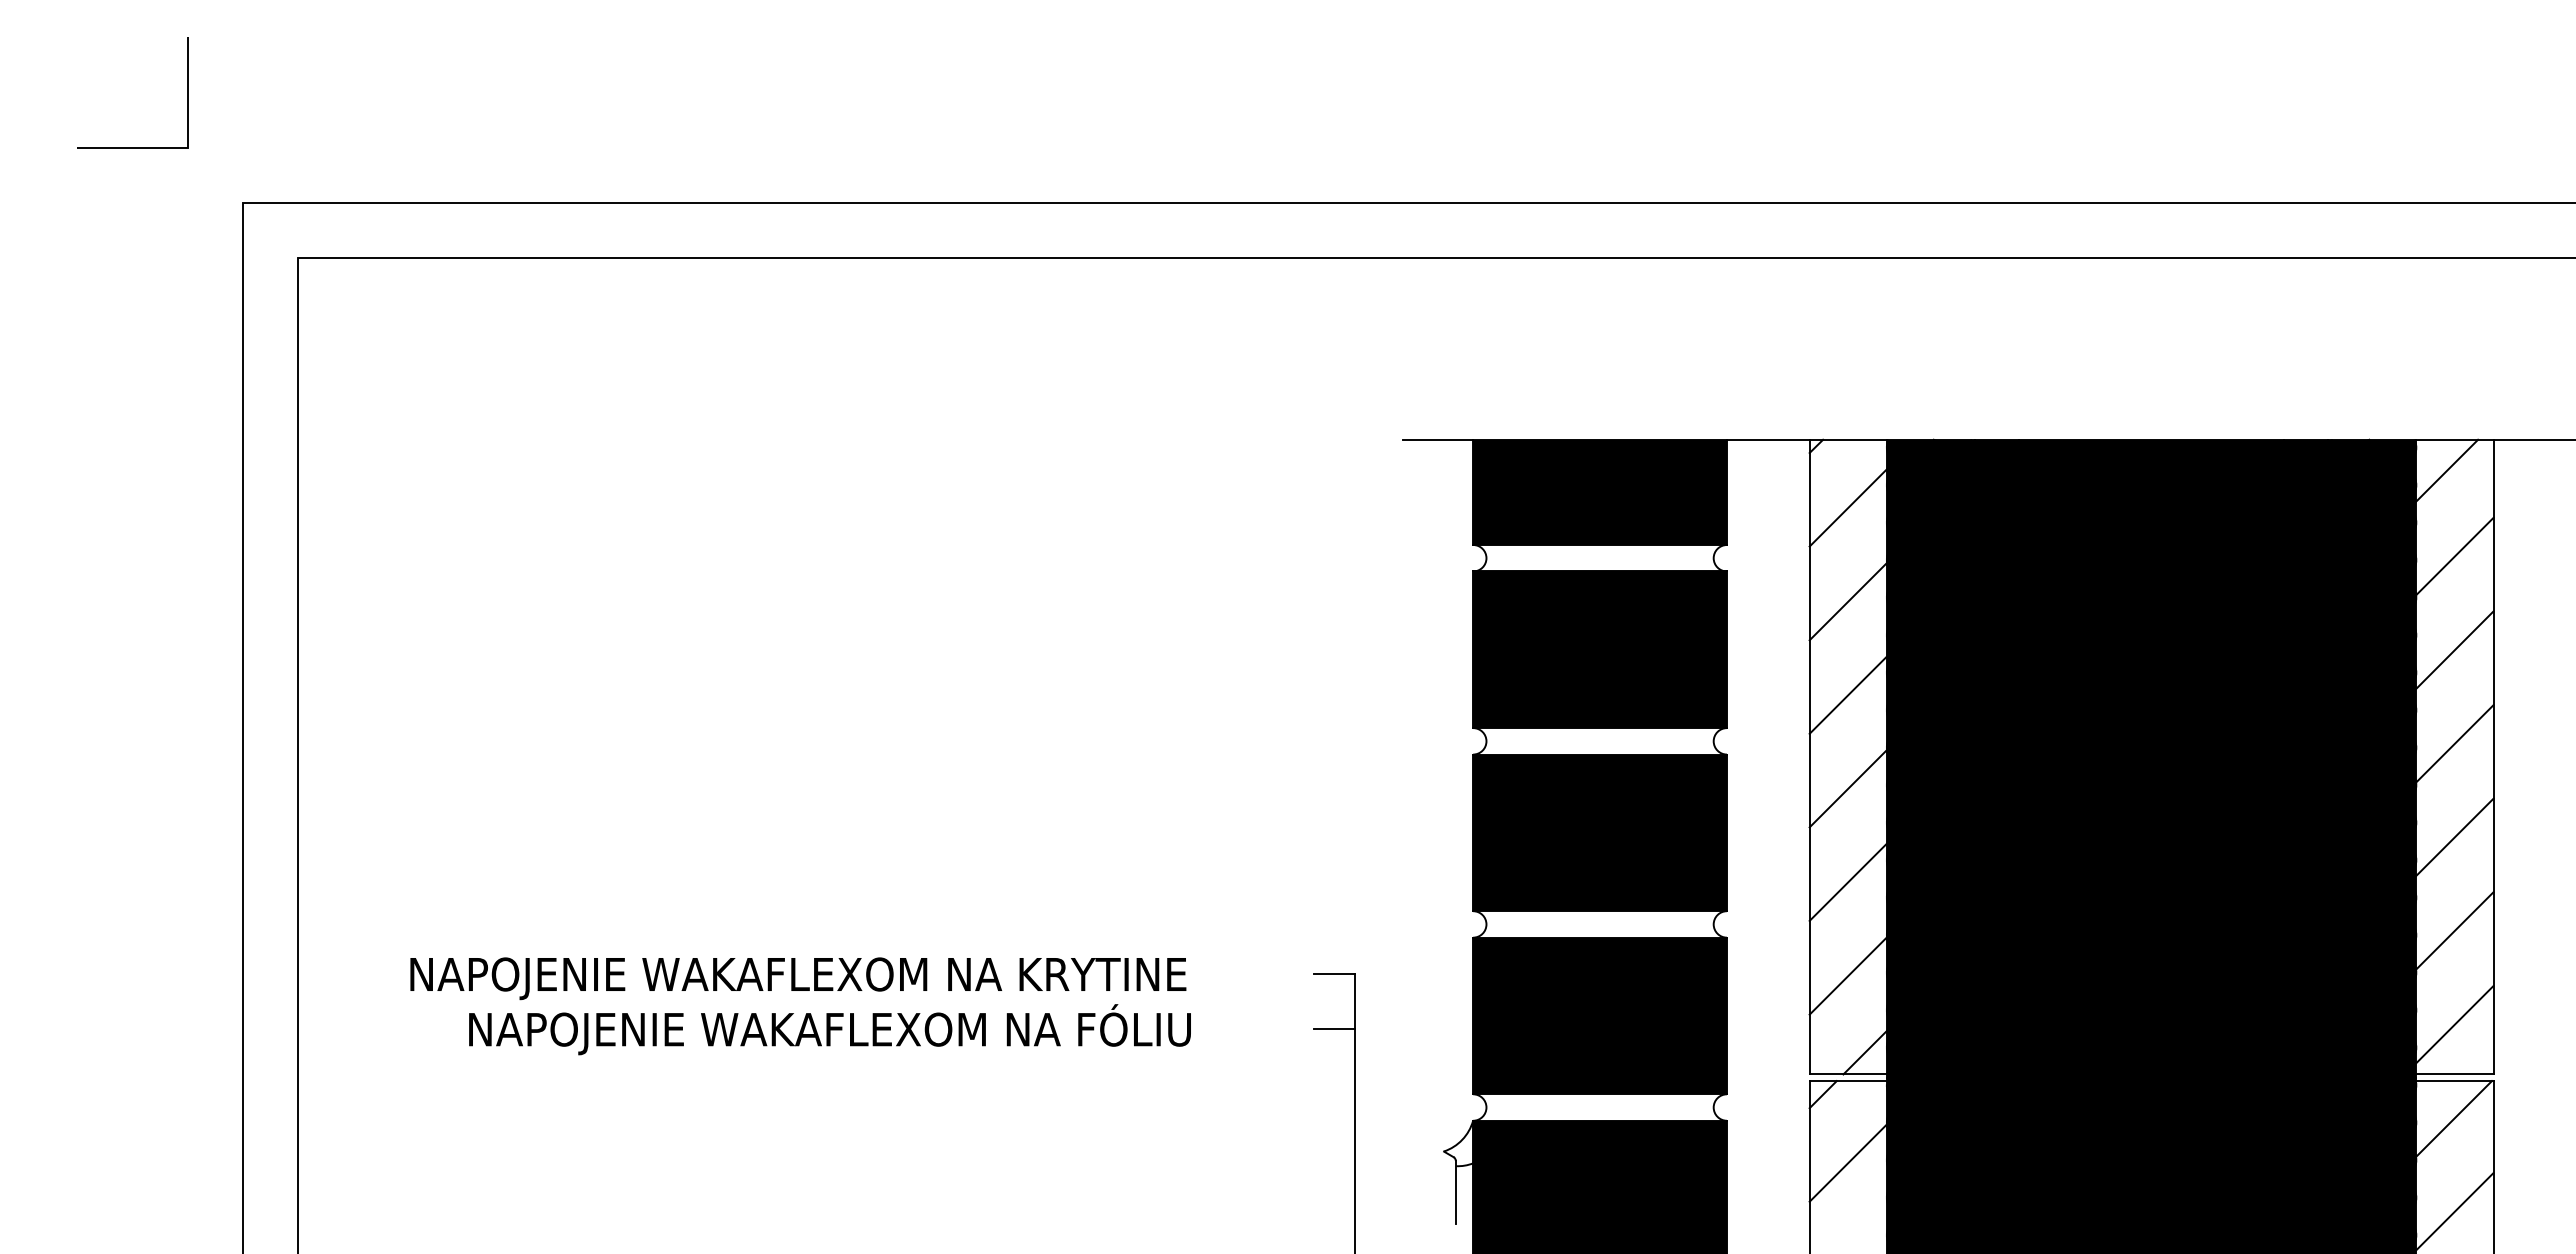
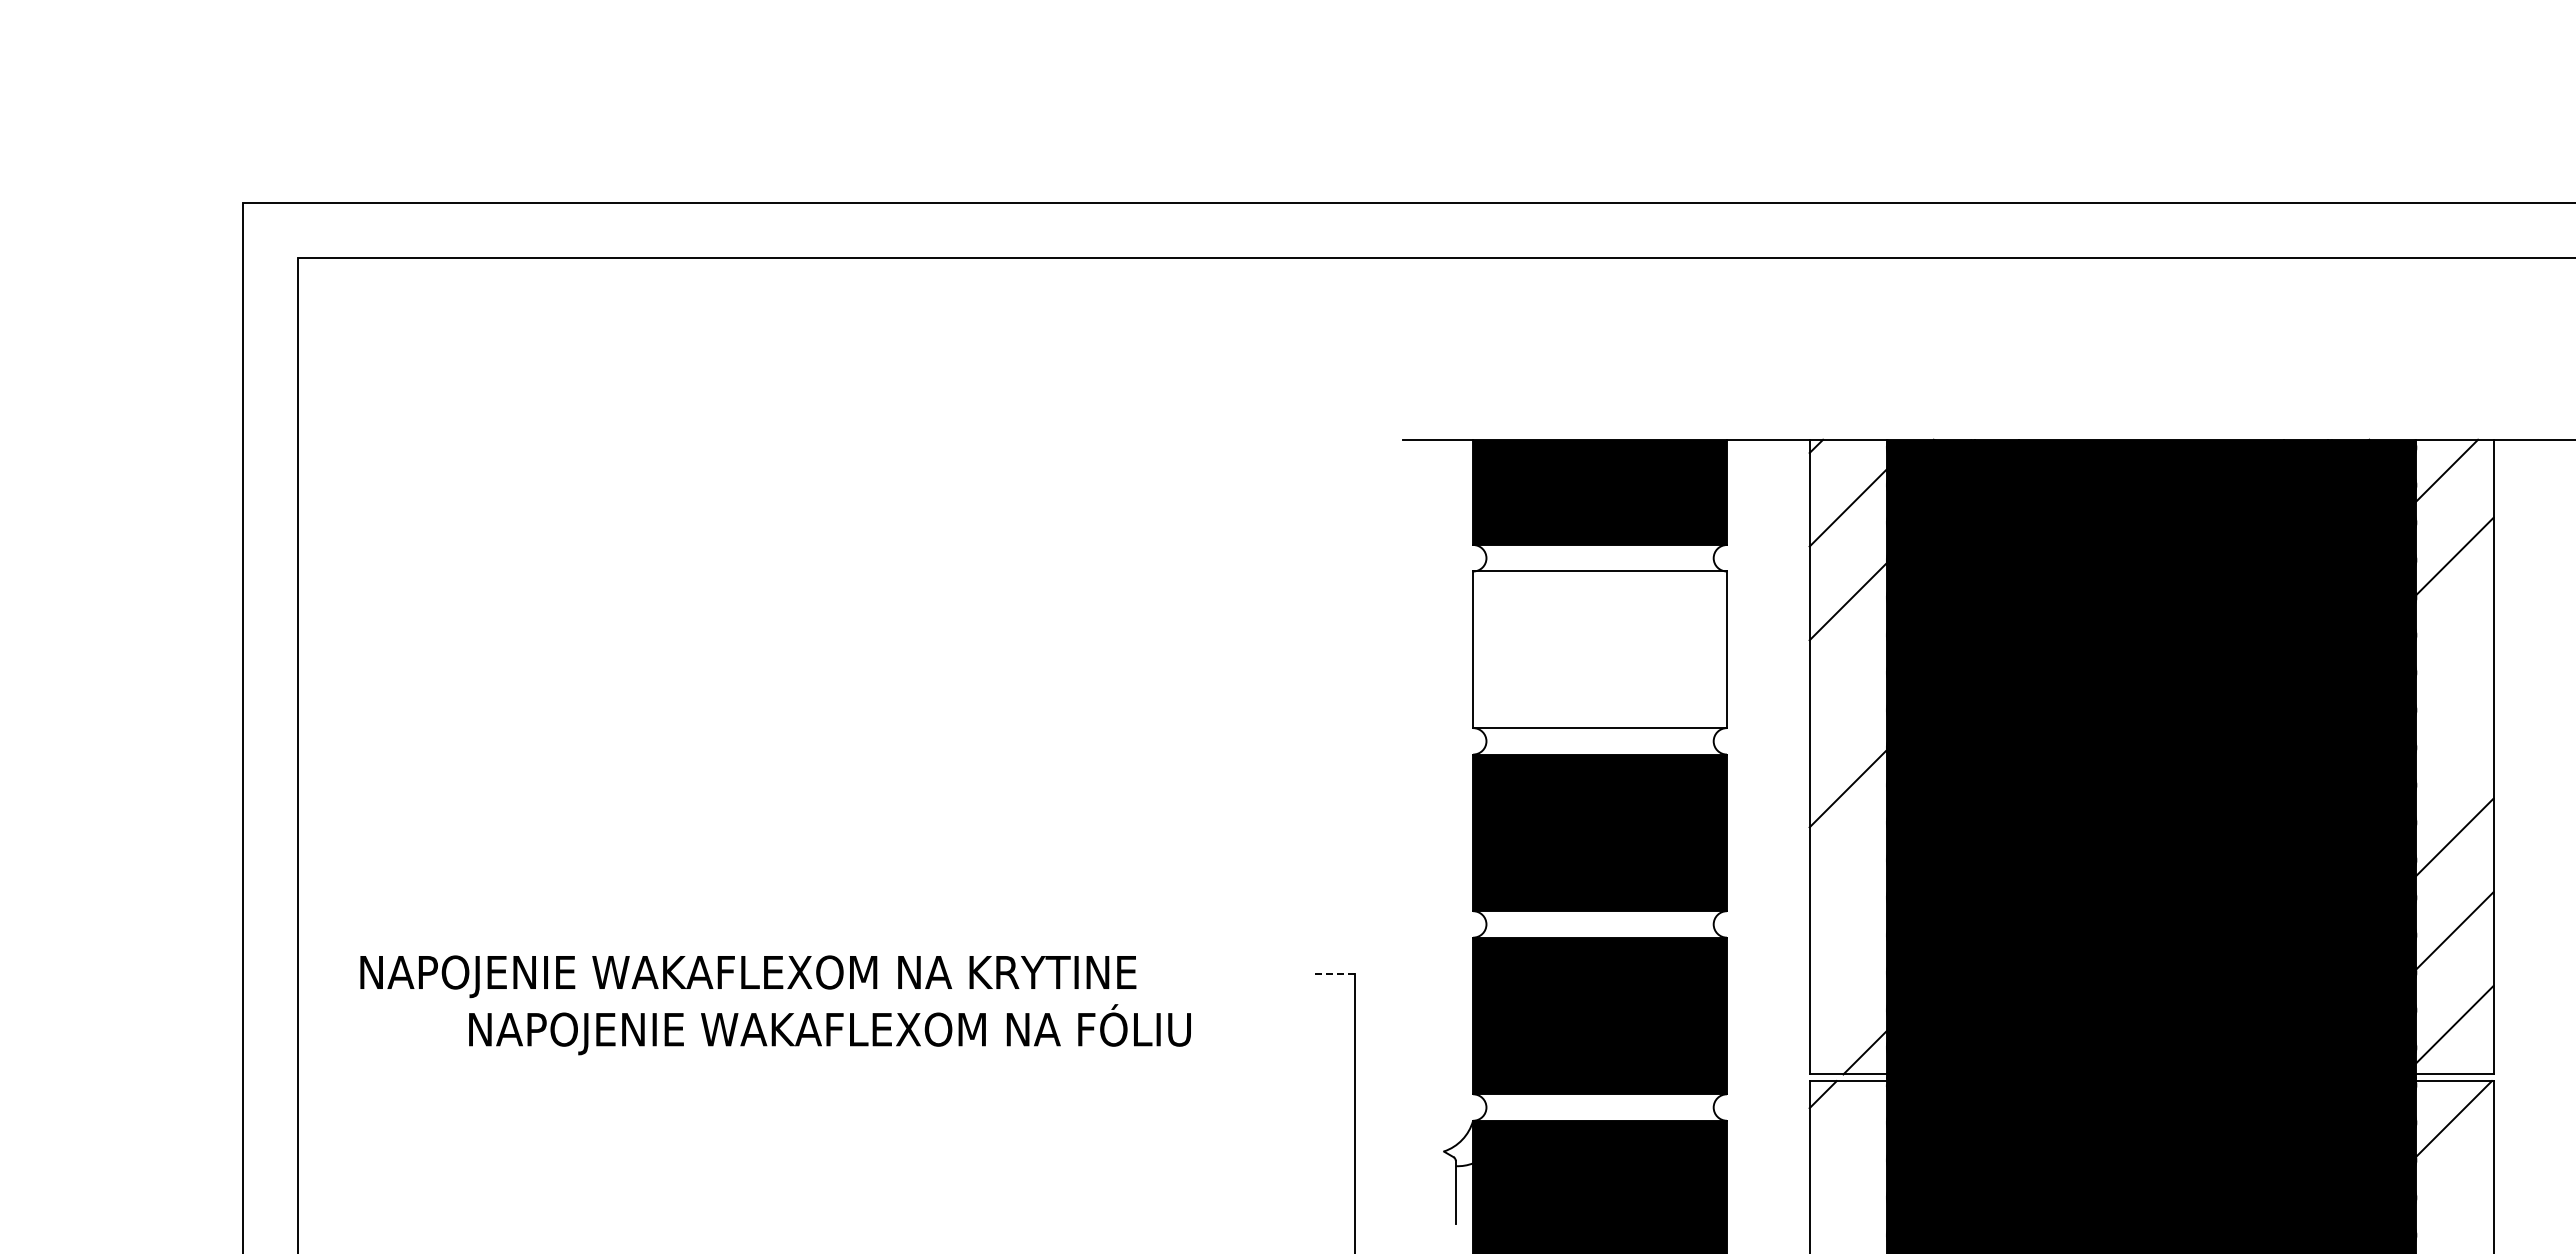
line at (187, 92): present -> none
fill at (1599, 649): present -> none
line at (2454, 649): present -> none
line at (1847, 694): present -> none
line at (2454, 743): present -> none
line at (1847, 881): present -> none
line at (1333, 974): solid -> dashed
line at (1847, 975): present -> none
text at (798, 978) position: (798, 978) -> (748, 976)
line at (1333, 1029): present -> none
line at (1847, 1162): present -> none
line at (2454, 1211): present -> none
